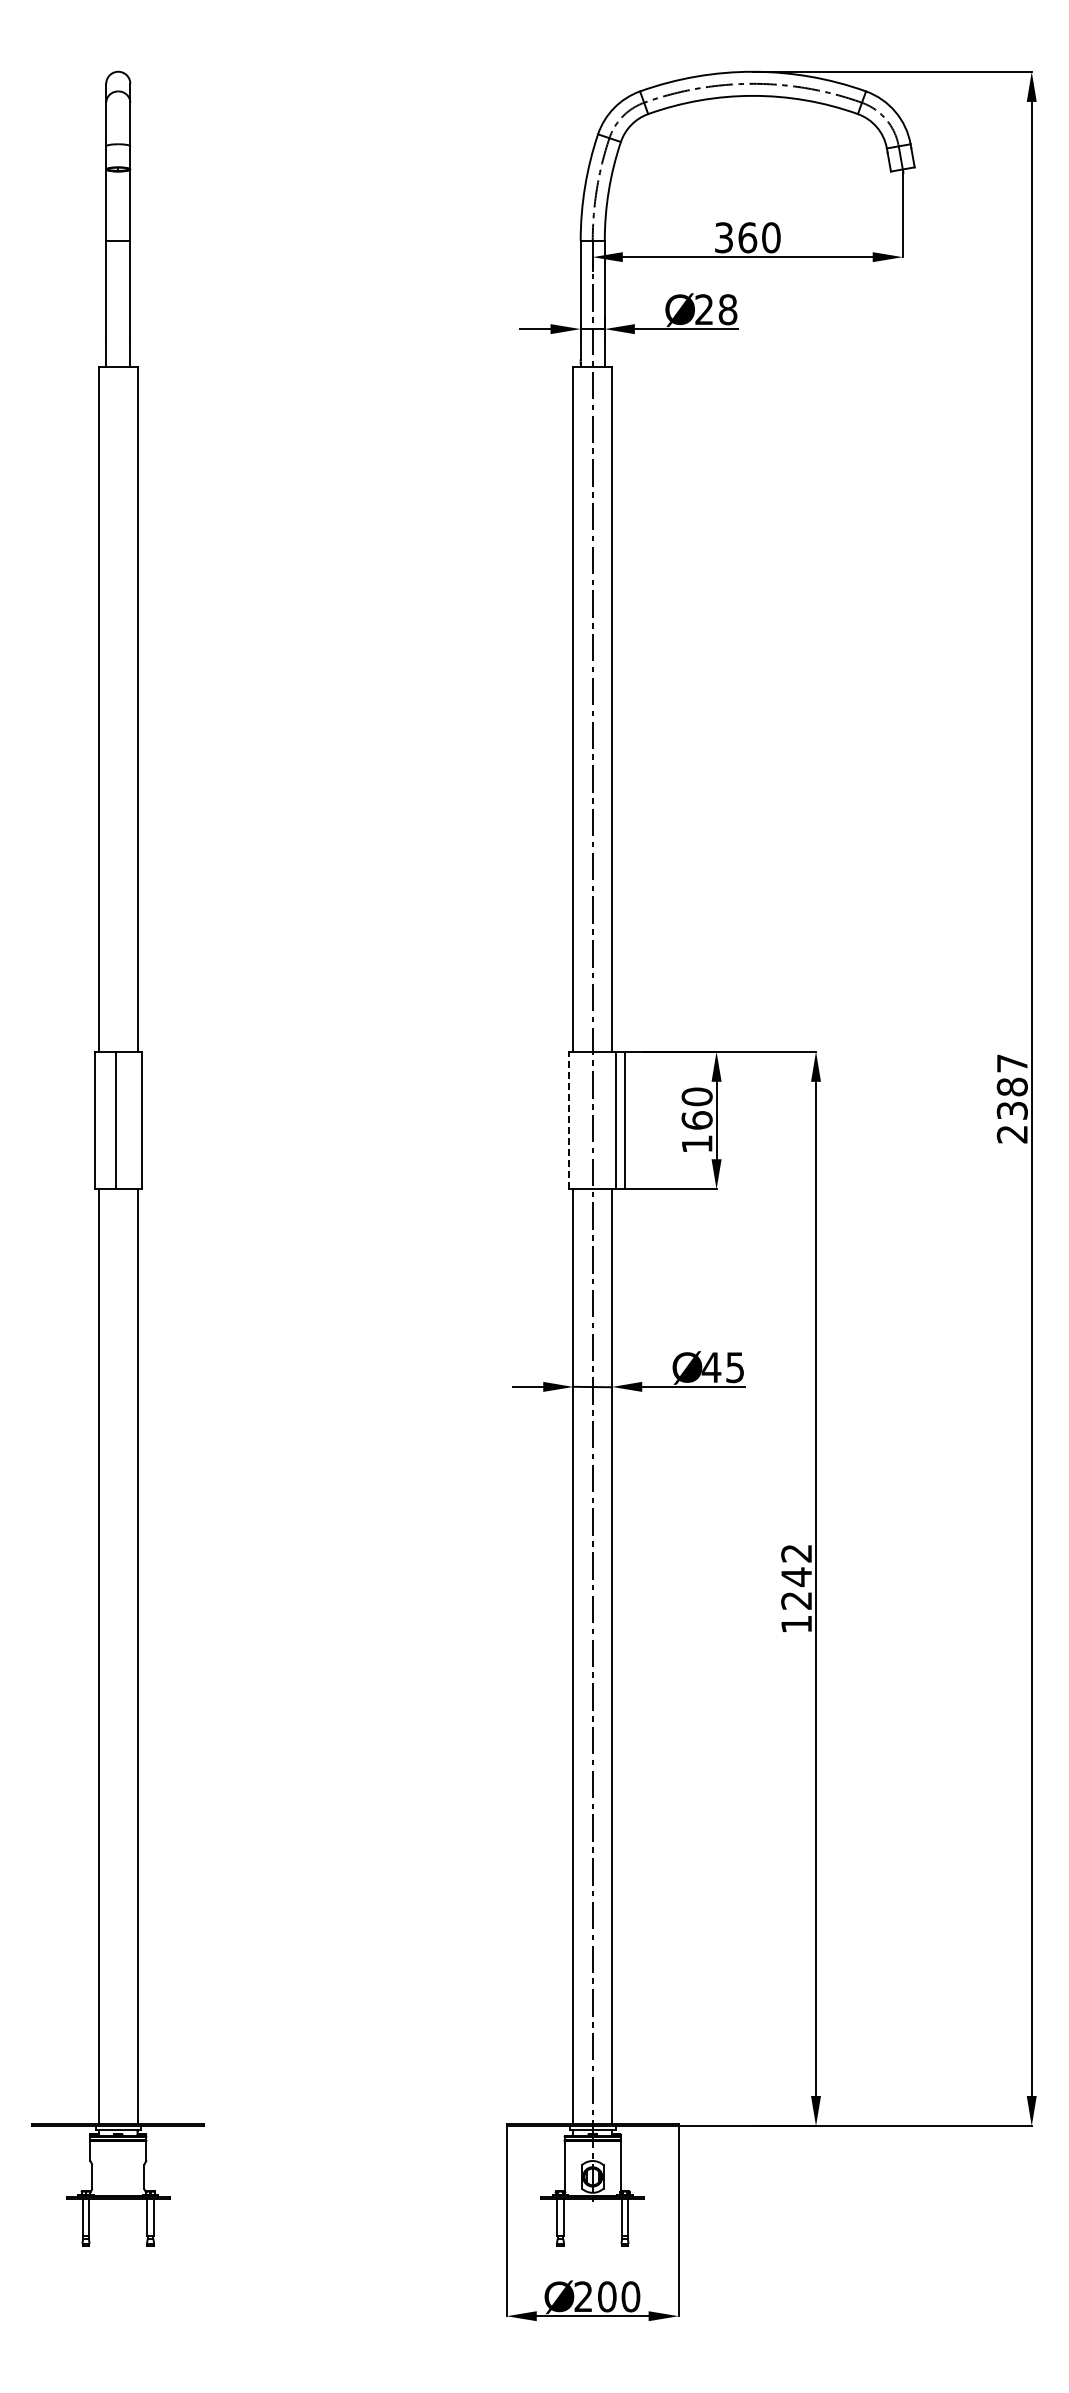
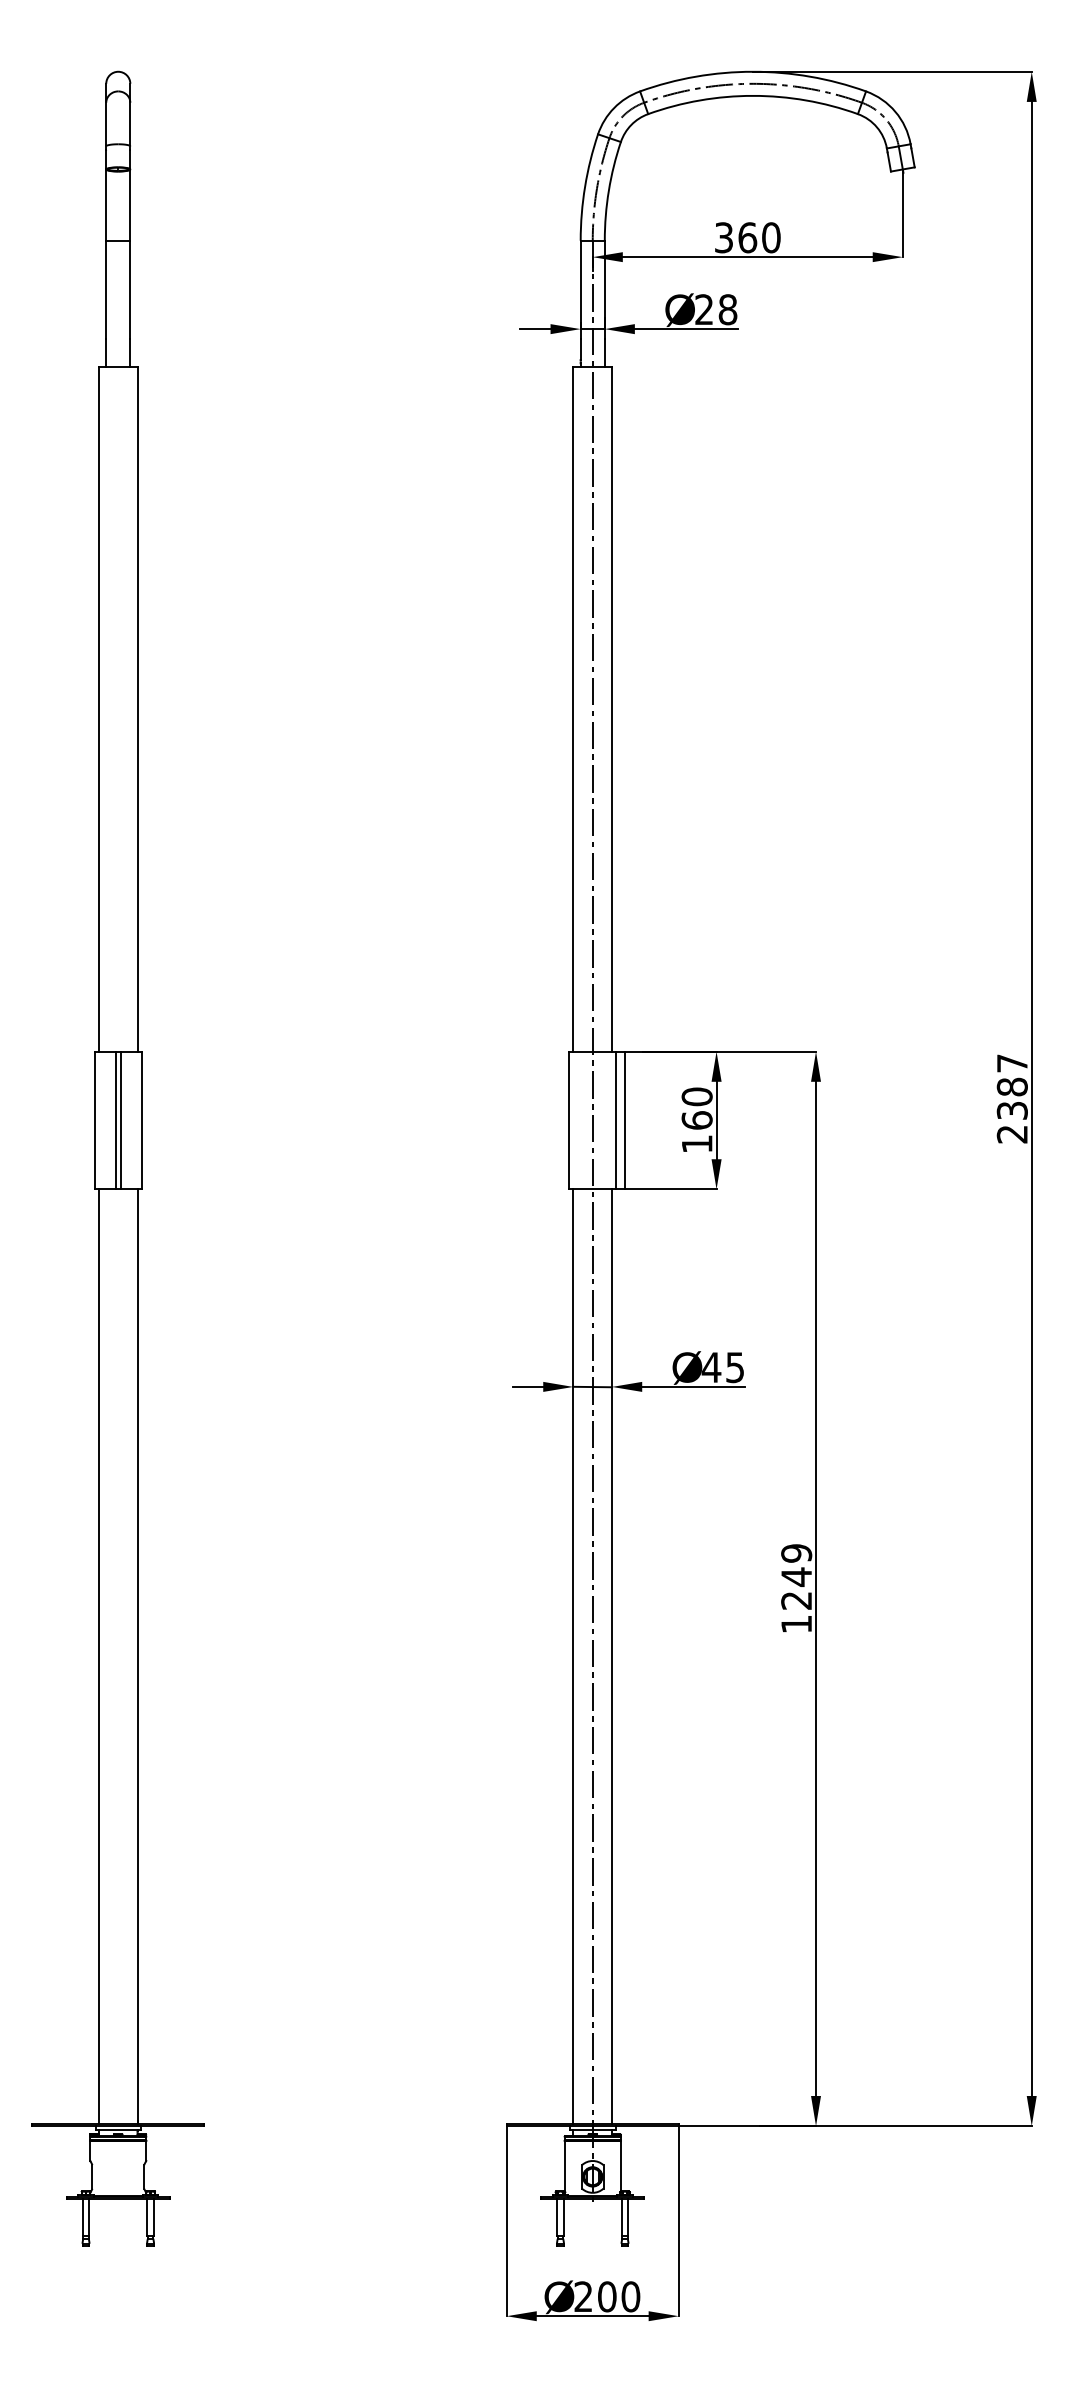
line at (120, 1120): none -> present
line at (569, 1120): dashed -> solid
text at (796, 1553): 1242 -> 1249
